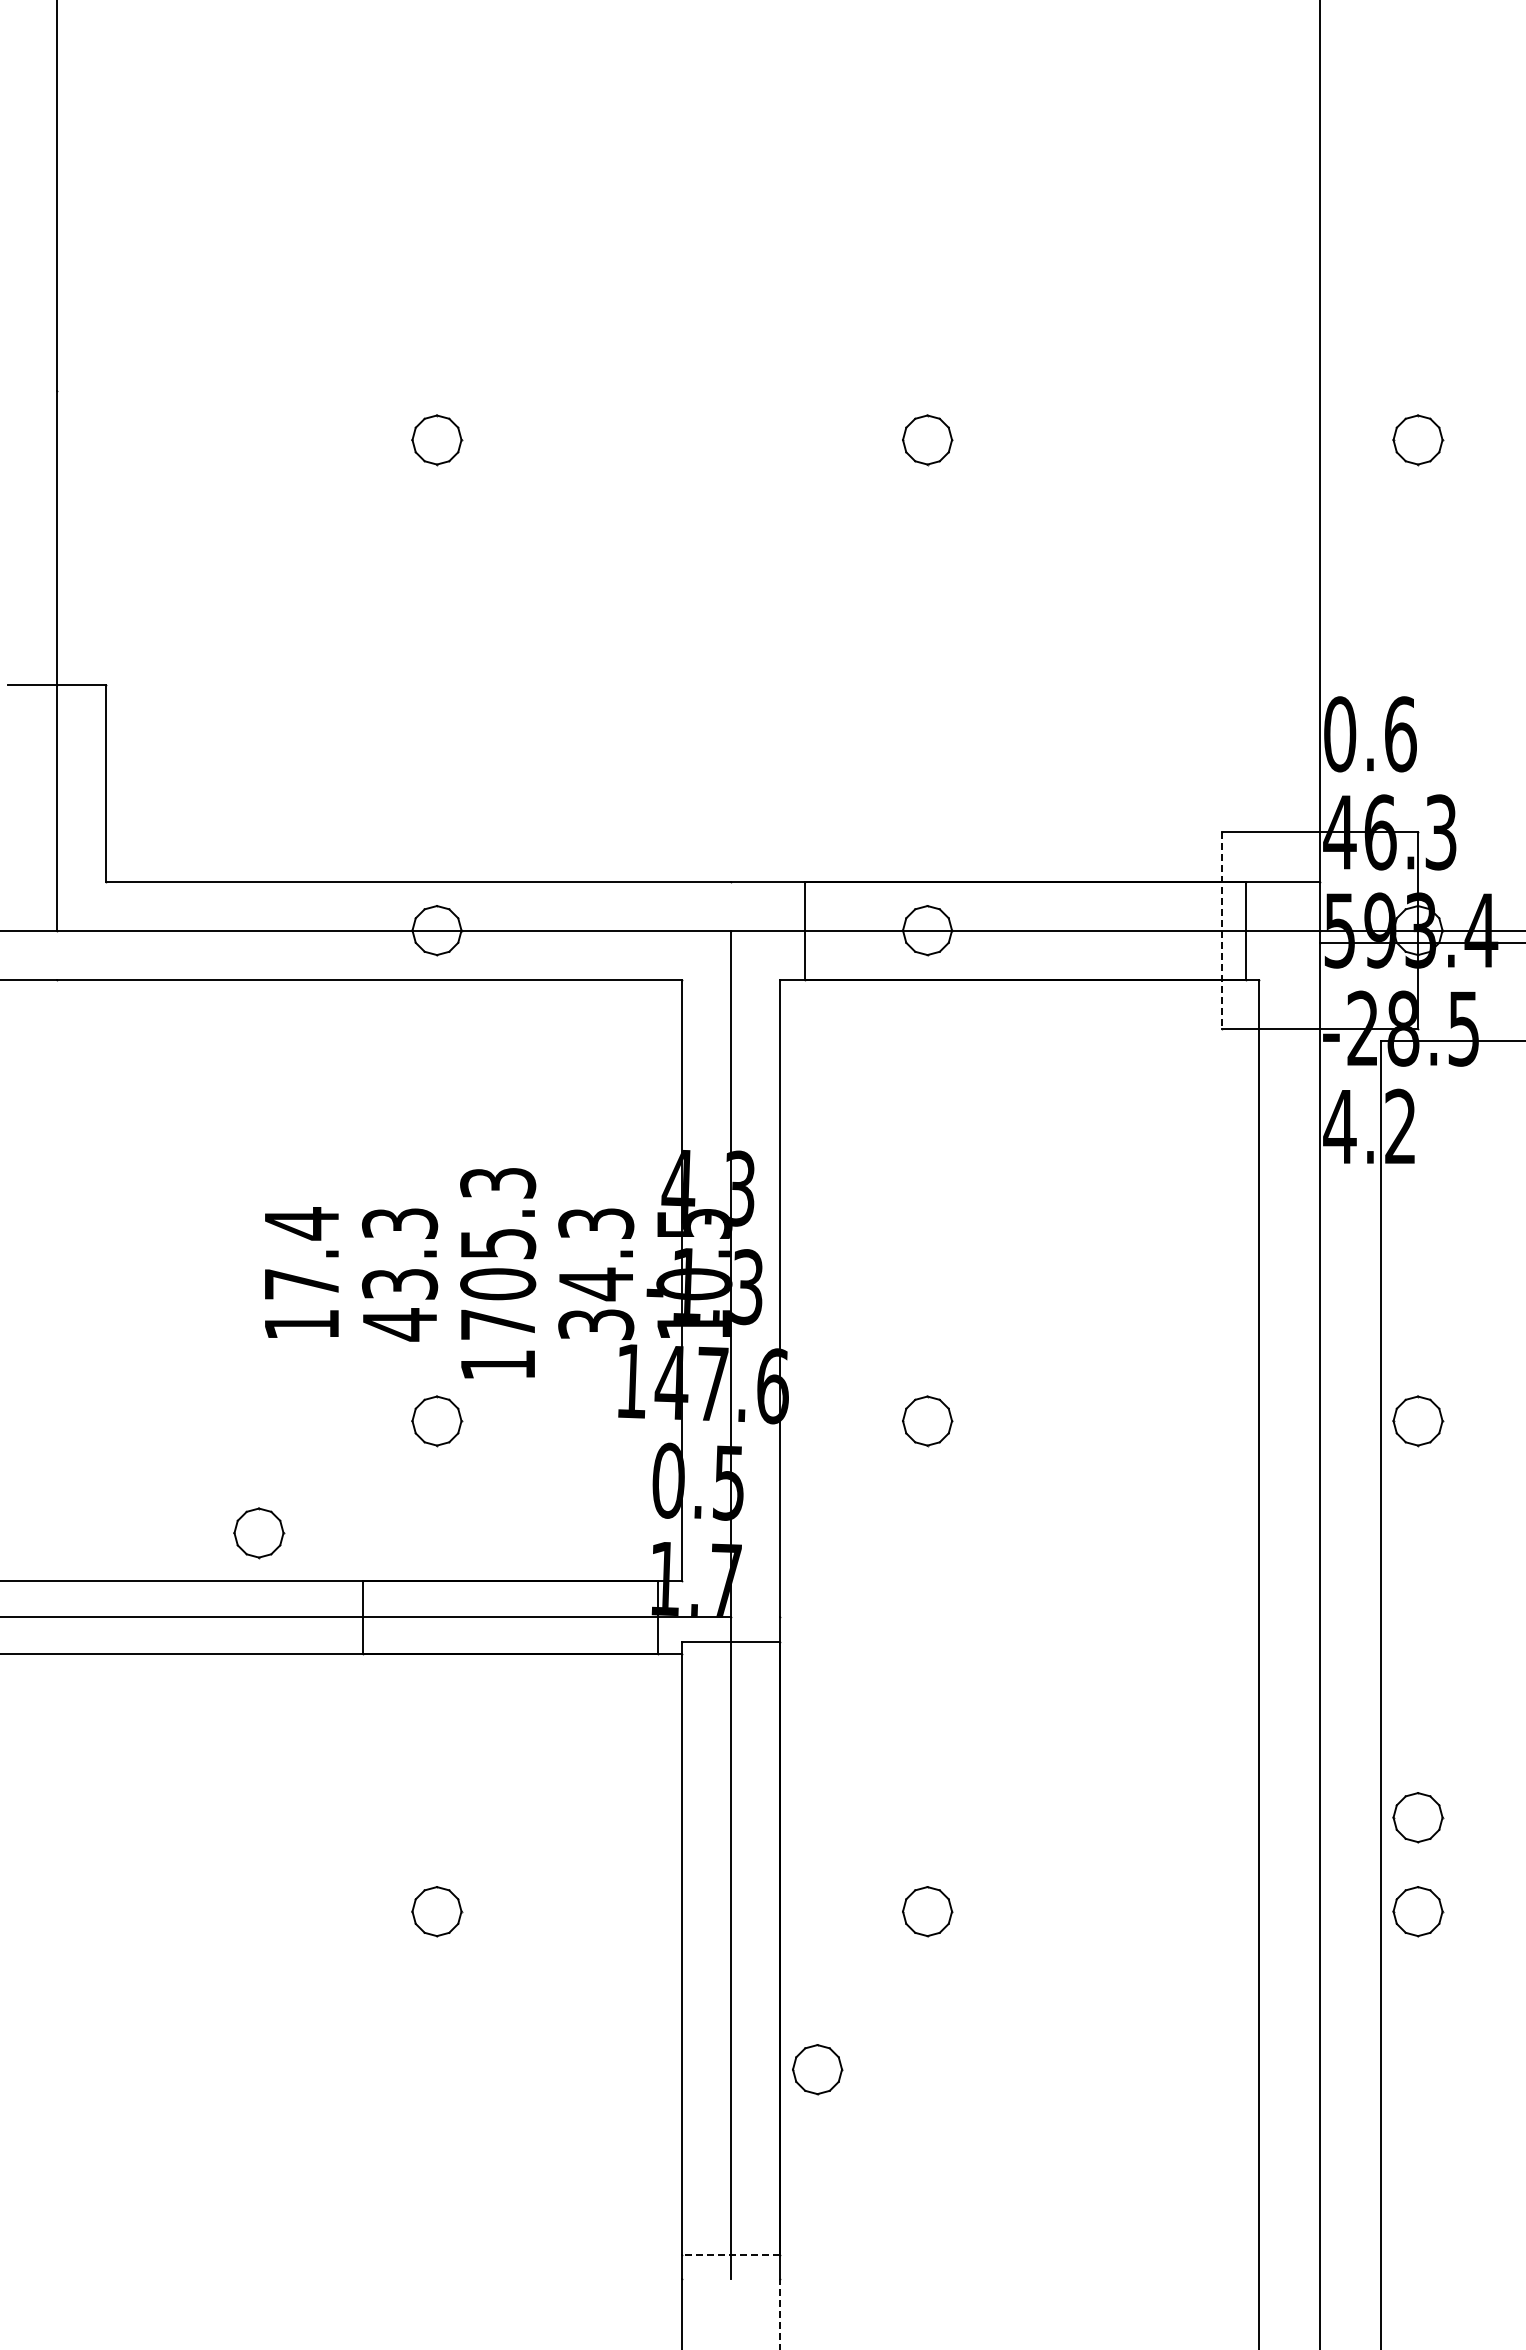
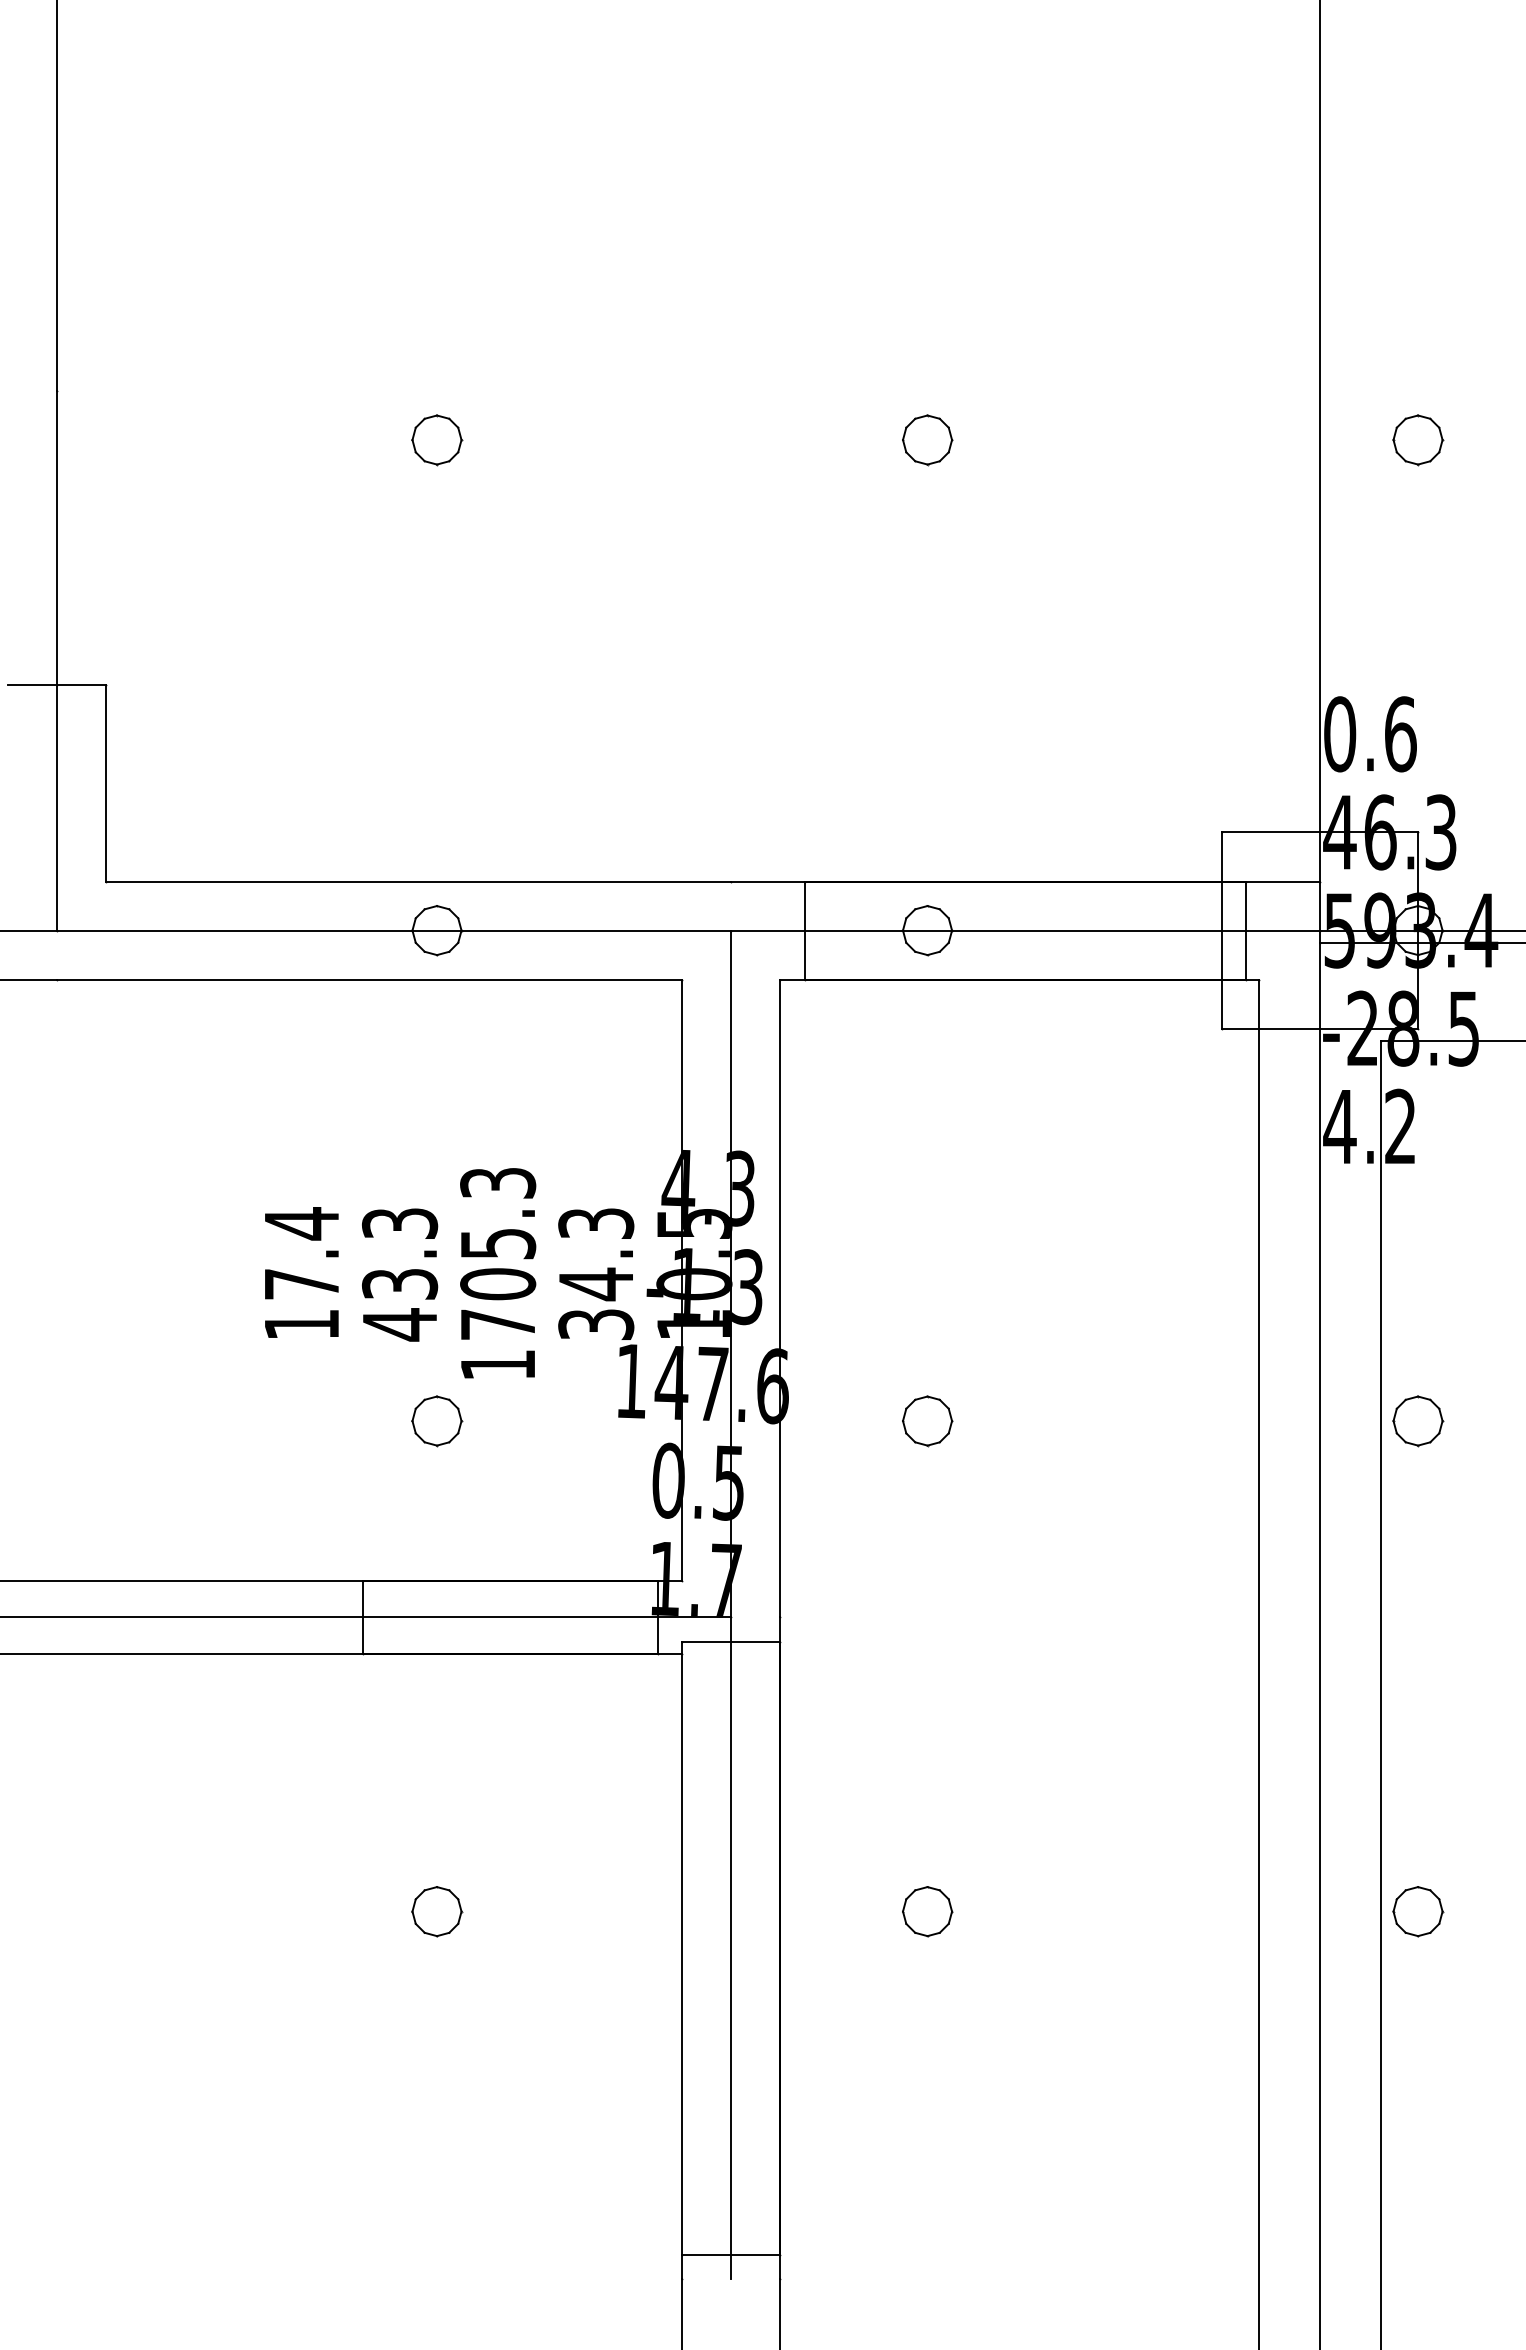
line at (1221, 931): dashed -> solid
part at (259, 1533): present -> none
part at (1418, 1817): present -> none
part at (817, 2069): present -> none
line at (730, 2254): dashed -> solid
line at (780, 2314): dashed -> solid
